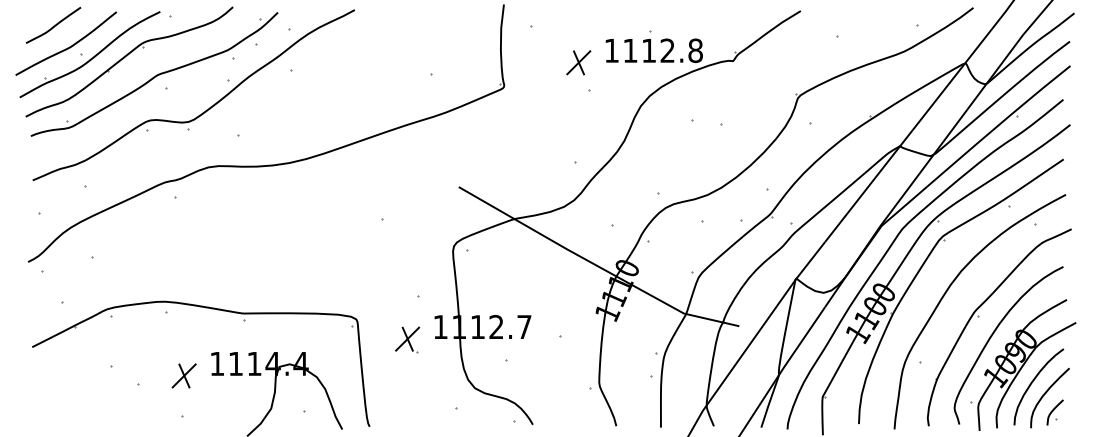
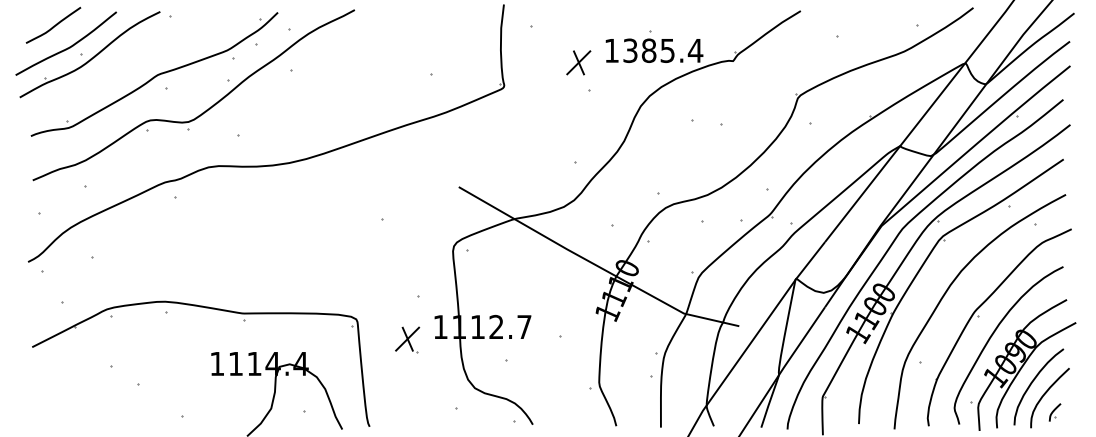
text at (663, 50): 1112.8 -> 1385.4
part at (129, 61): present -> none
part at (183, 375): present -> none
part at (1054, 412) size: 18x27 px -> 14x19 px
